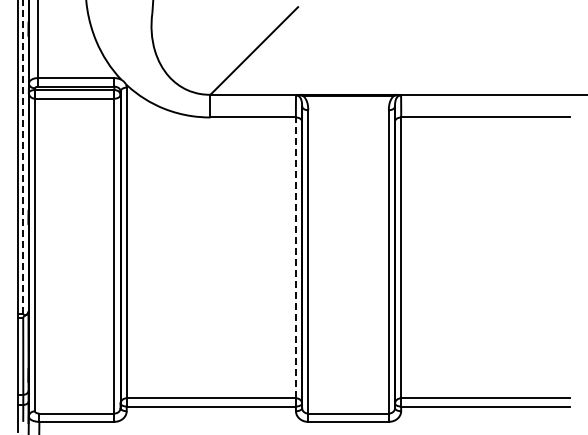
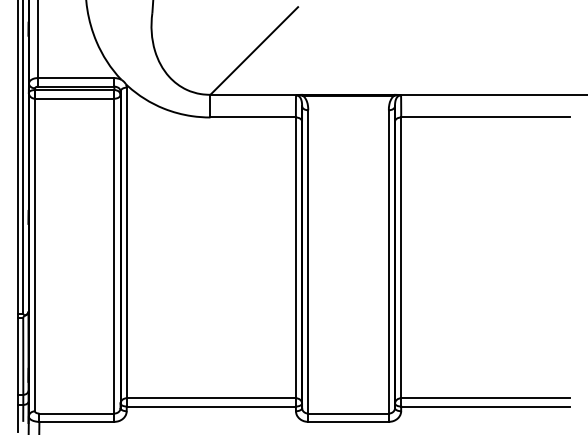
line at (23, 156): dashed -> solid
line at (295, 257): dashed -> solid
